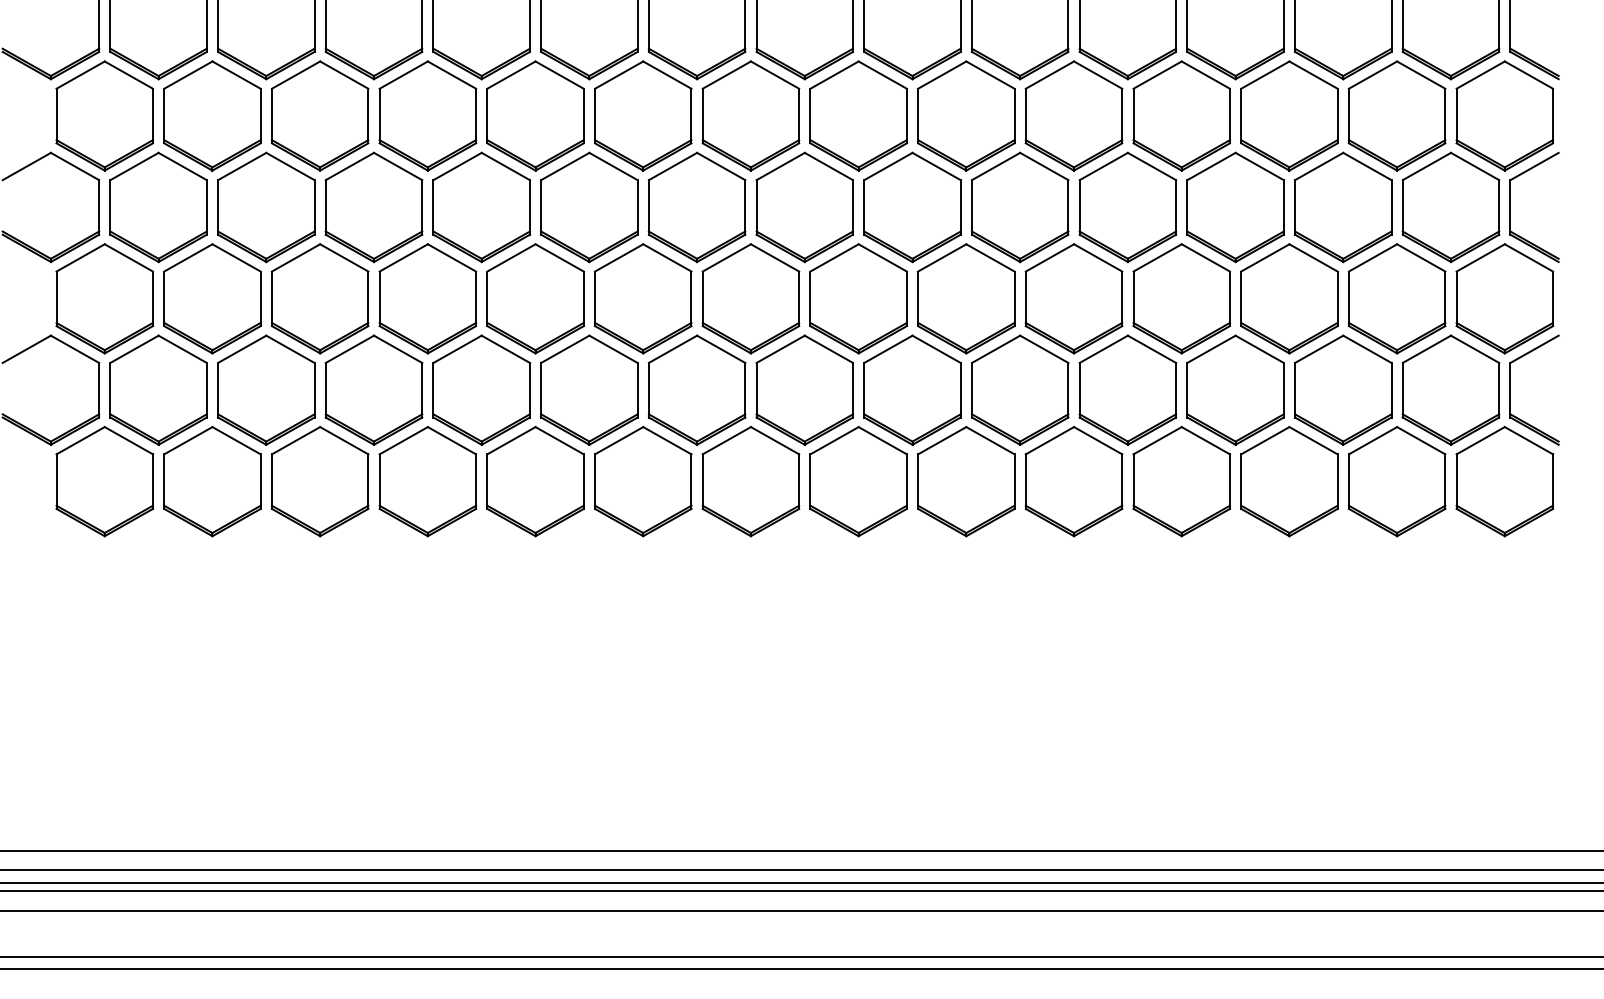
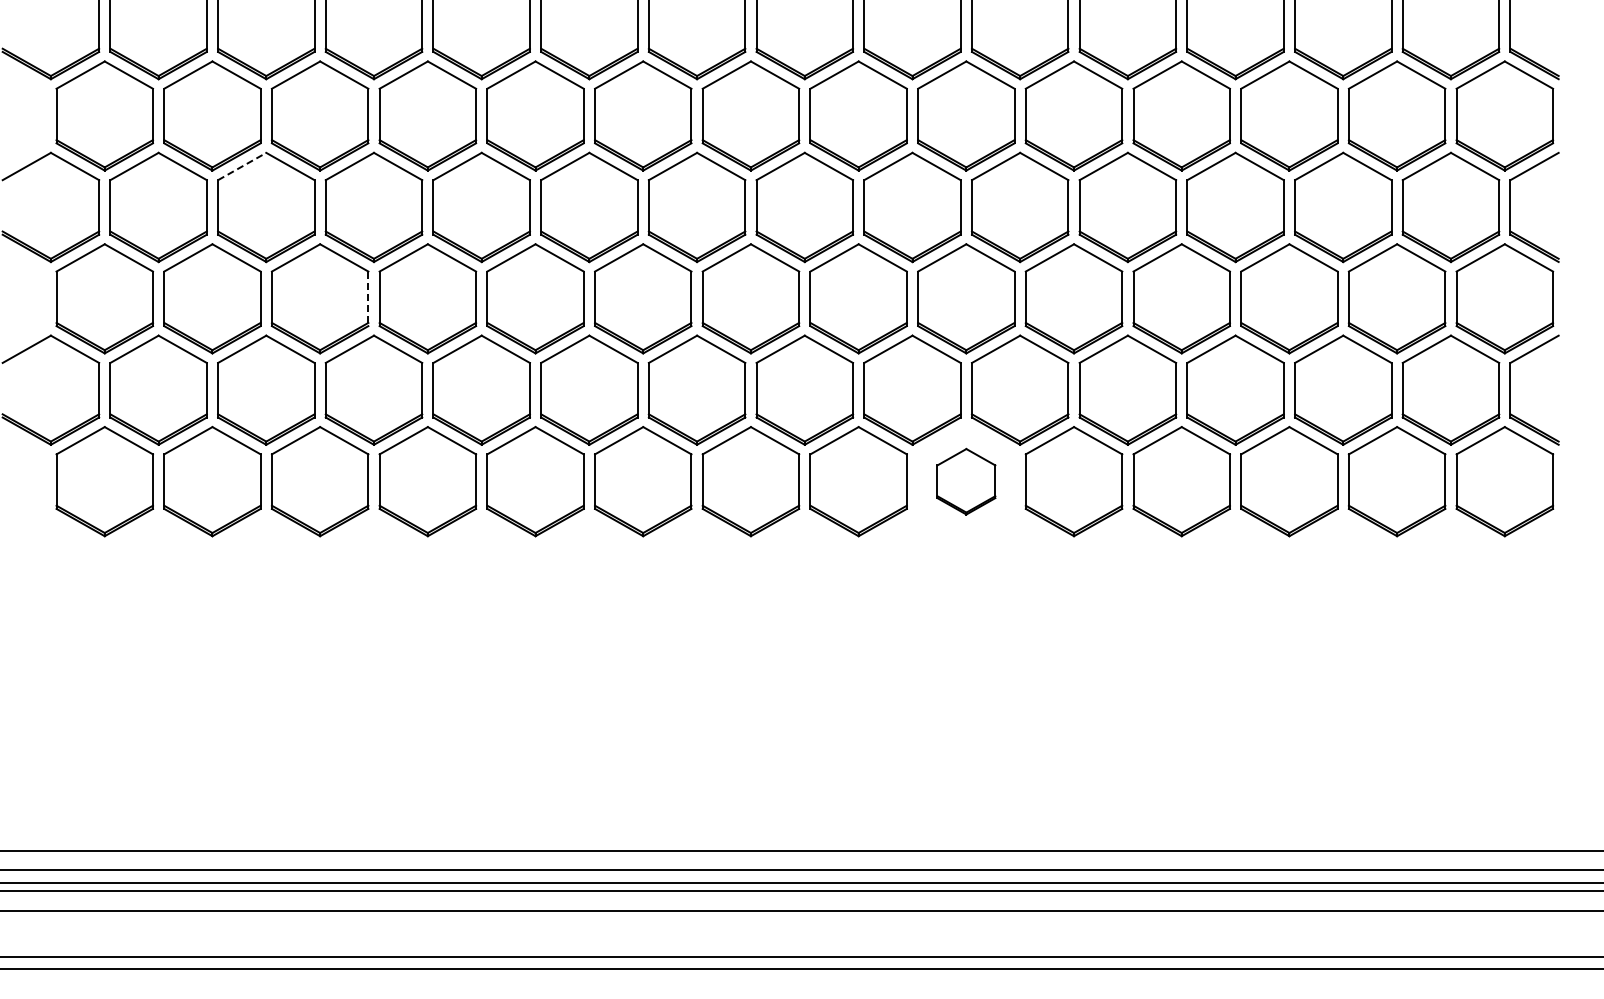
line at (242, 166): solid -> dashed
line at (368, 299): solid -> dashed
part at (966, 481) size: 99x112 px -> 61x69 px
